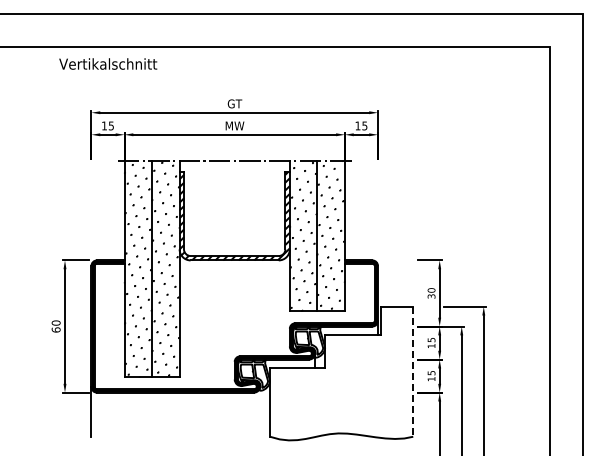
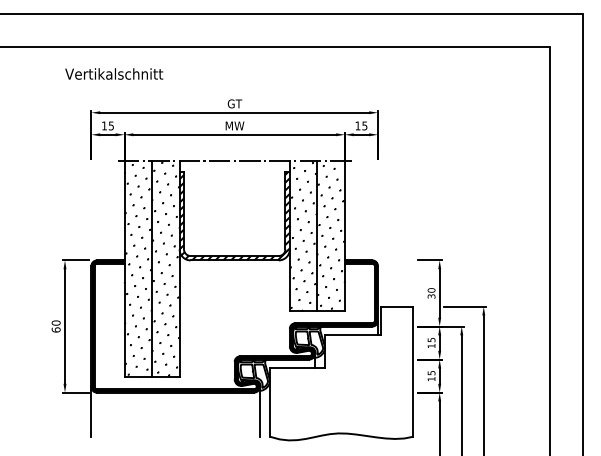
text at (108, 63) position: (108, 63) -> (114, 73)
line at (413, 372): dashed -> solid
line at (260, 411): none -> present
